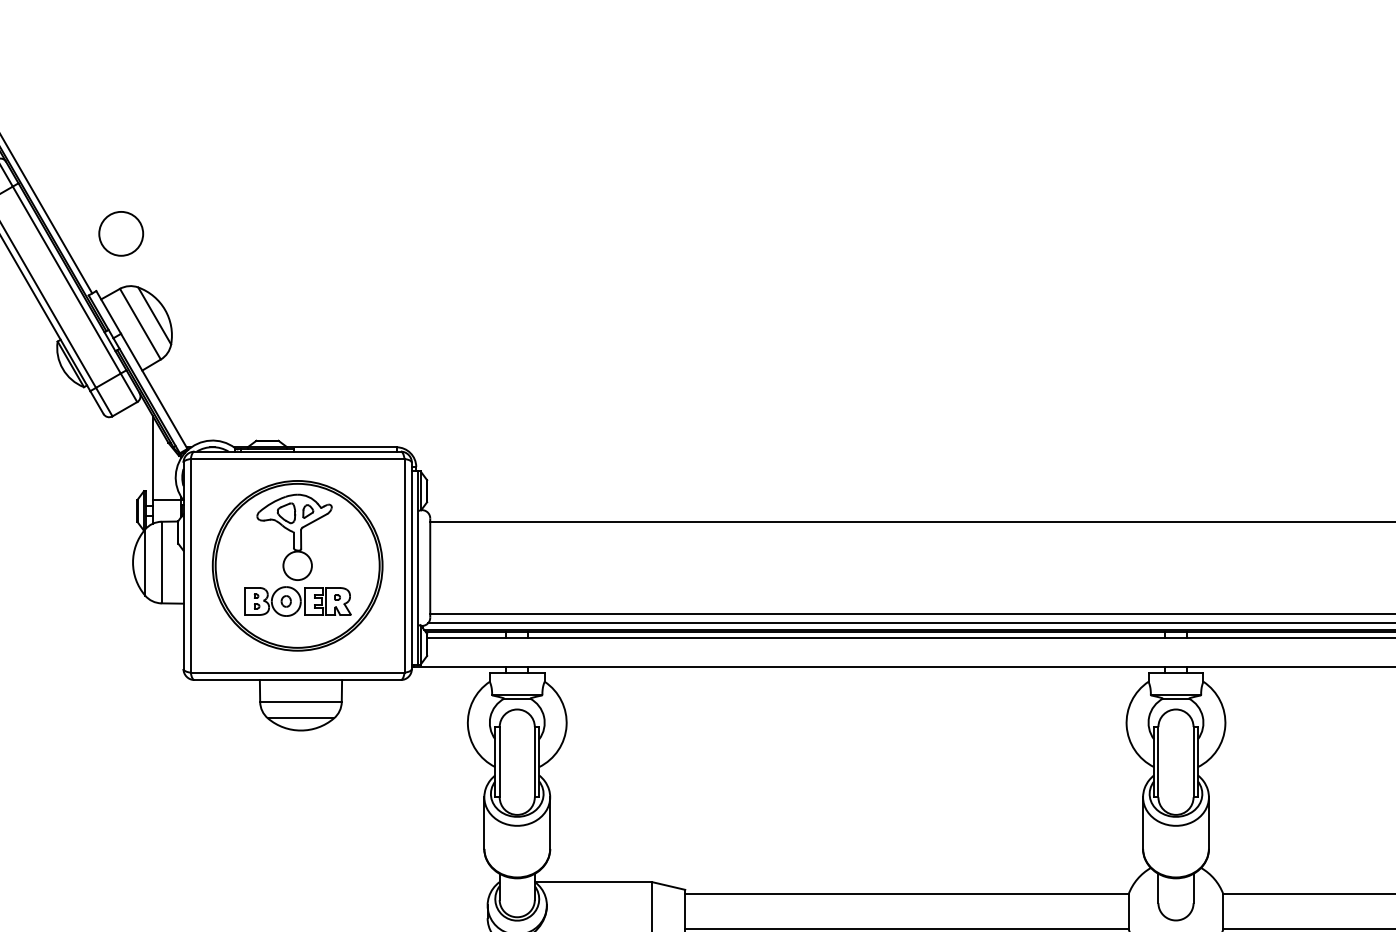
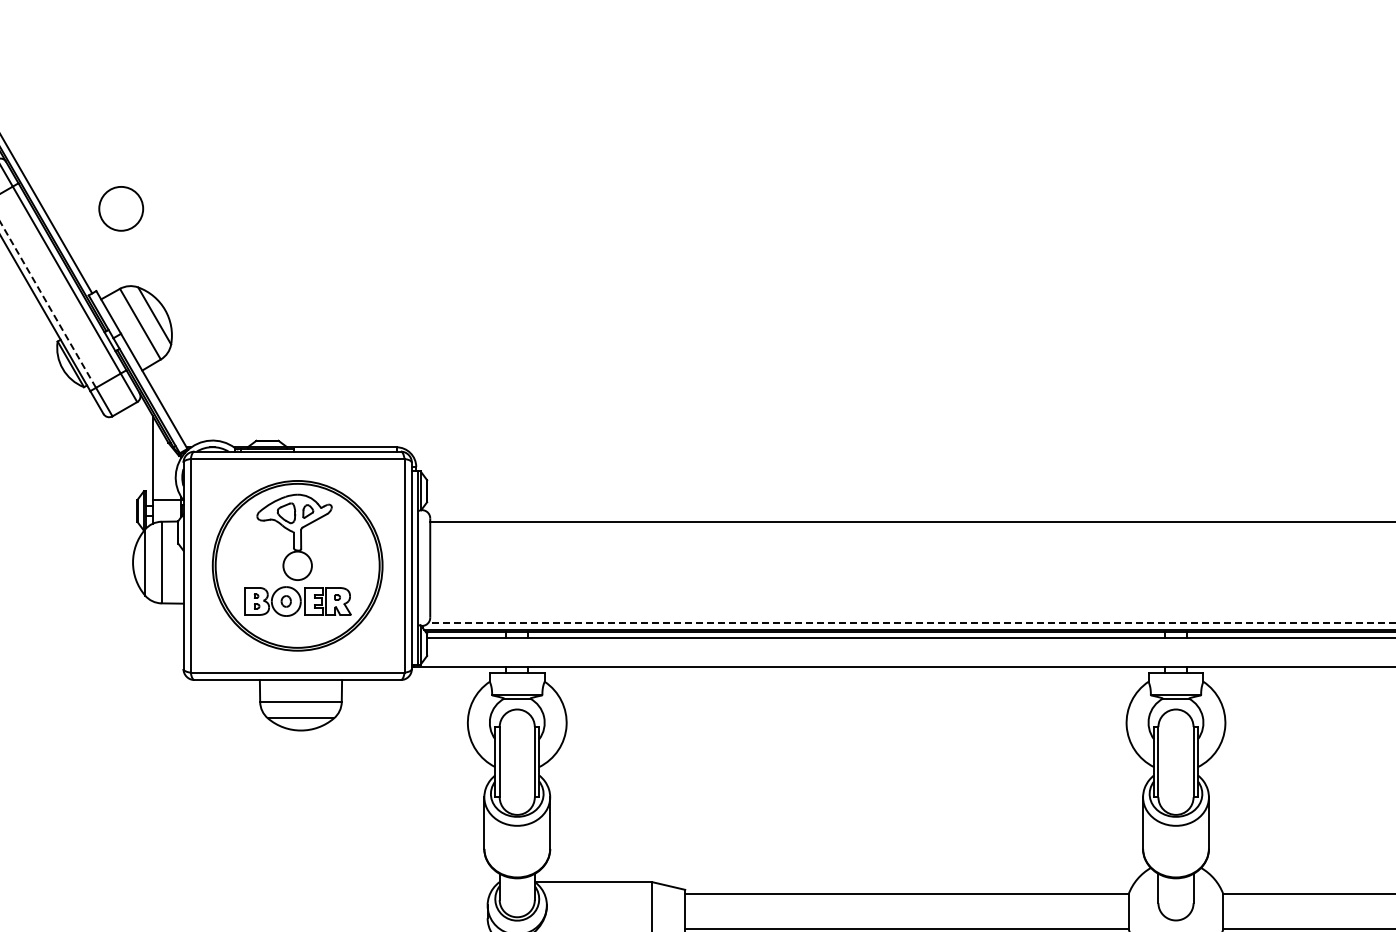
circle at (121, 233) position: (121, 233) -> (121, 208)
line at (48, 304): solid -> dashed
line at (911, 614): present -> none
line at (912, 622): solid -> dashed
